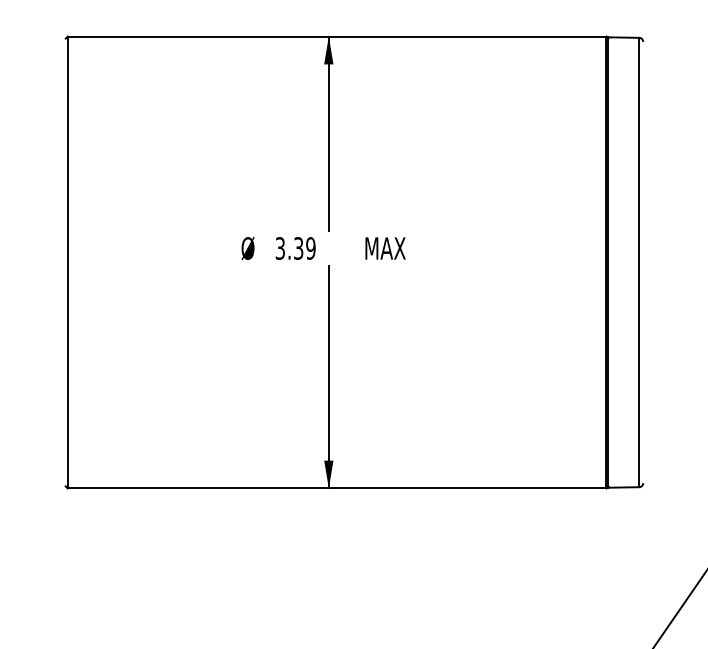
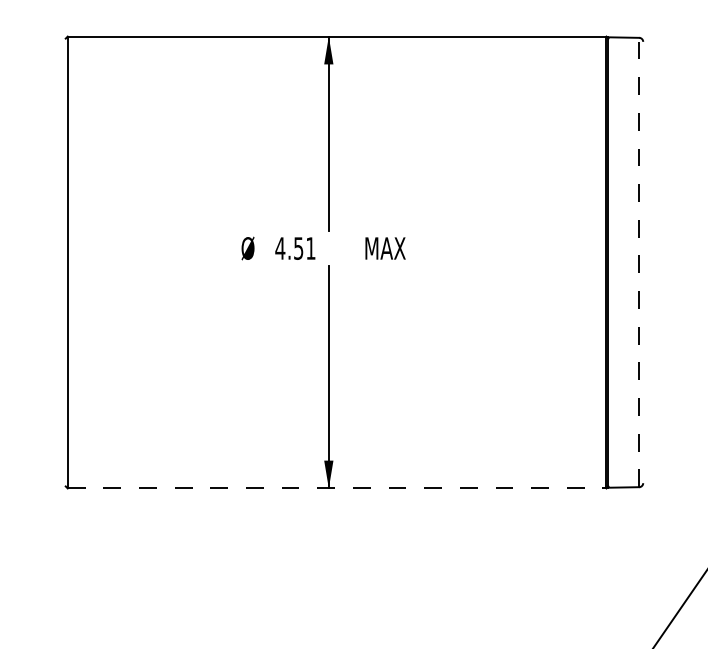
text at (295, 248): 3.39 -> 4.51
line at (639, 262): solid -> dashed
line at (337, 488): solid -> dashed
